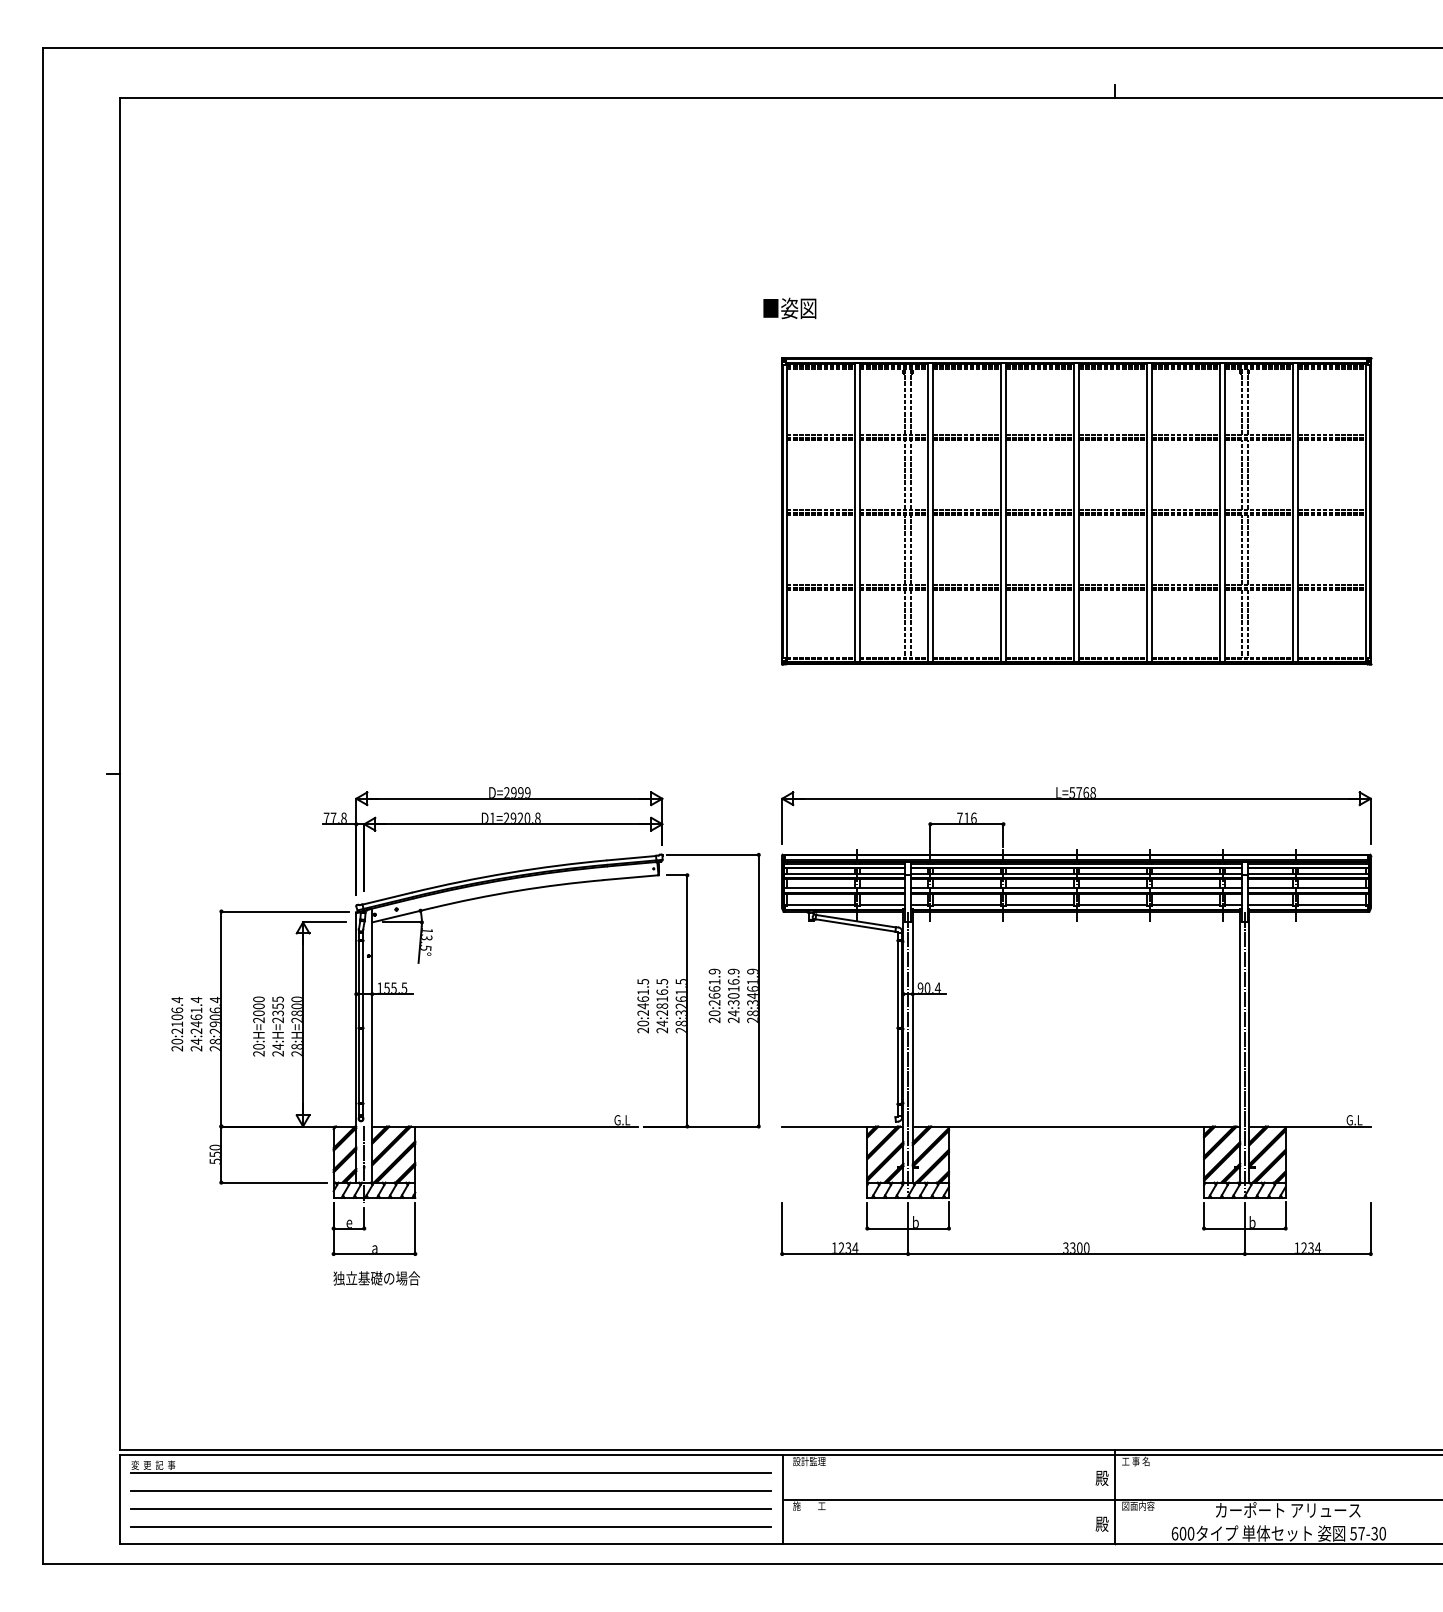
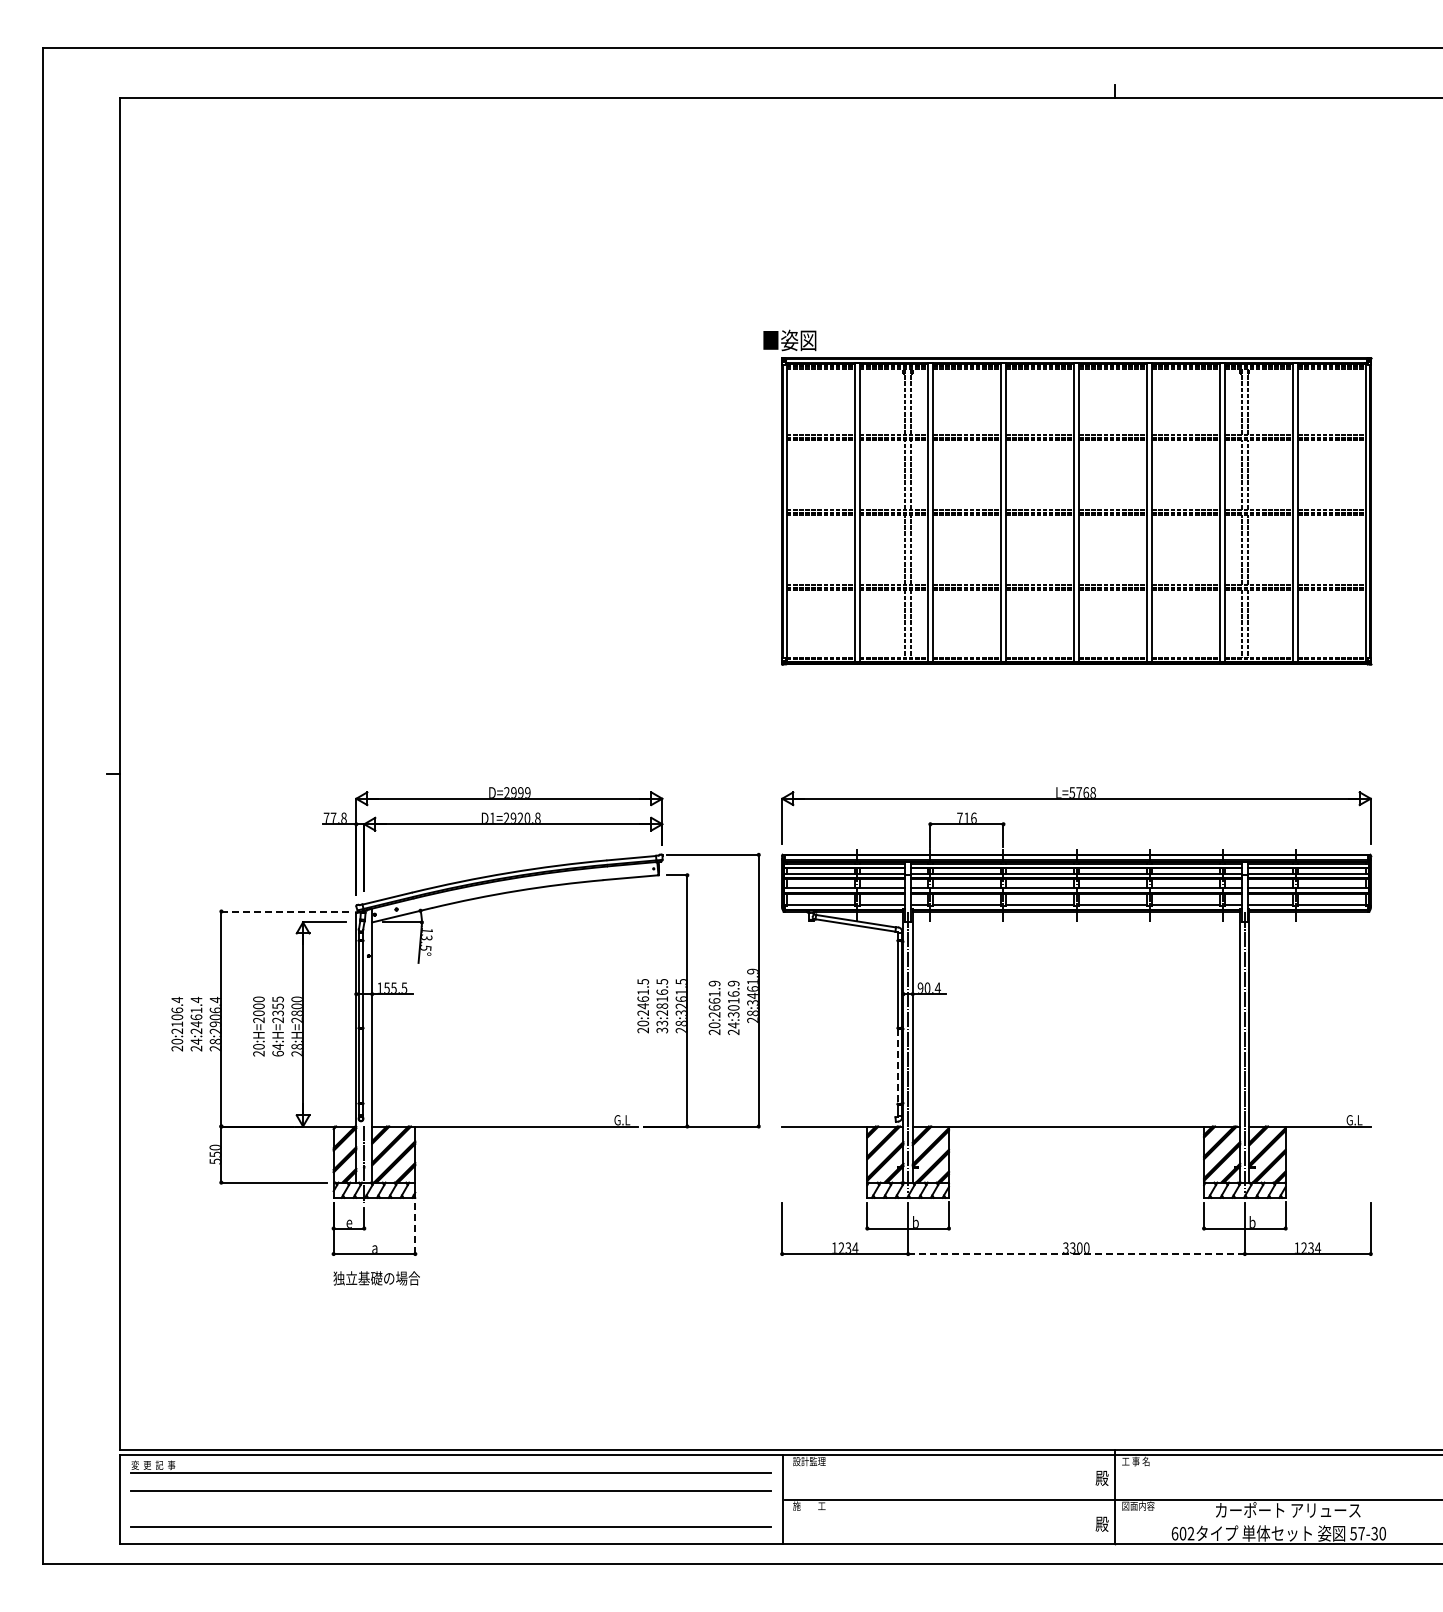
text at (789, 308) position: (789, 308) -> (789, 340)
line at (285, 911): solid -> dashed
text at (723, 995) position: (723, 995) -> (723, 1007)
text at (662, 1026): 24:2816.5 -> 33:2816.5
text at (277, 1053): 24:H=2355 -> 64:H=2355
line at (897, 1066): solid -> dashed
line at (415, 1228): solid -> dashed
line at (1077, 1254): solid -> dashed
line at (450, 1508): present -> none
text at (1190, 1533): 600 -> 602
